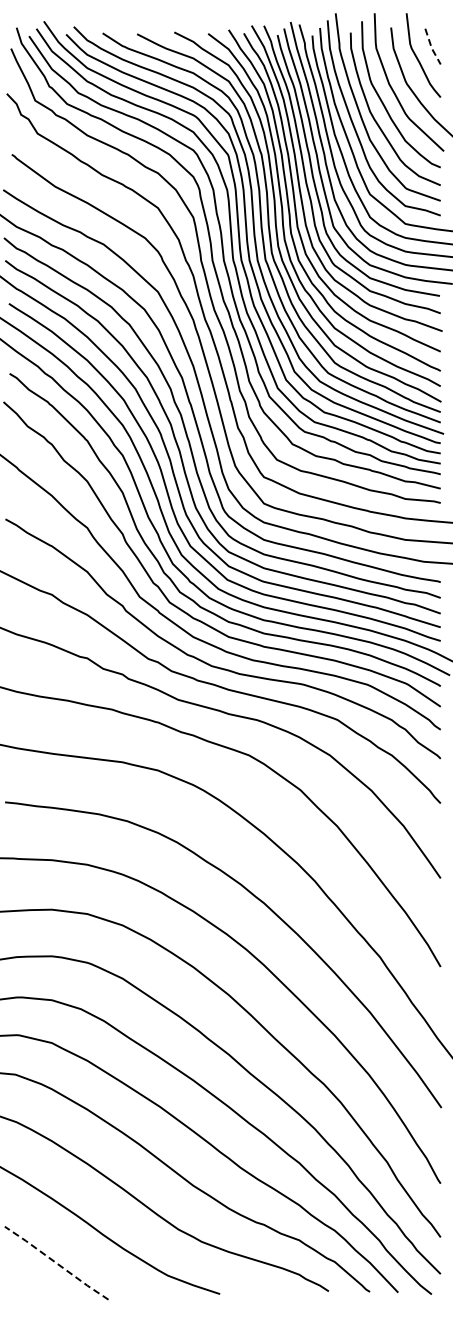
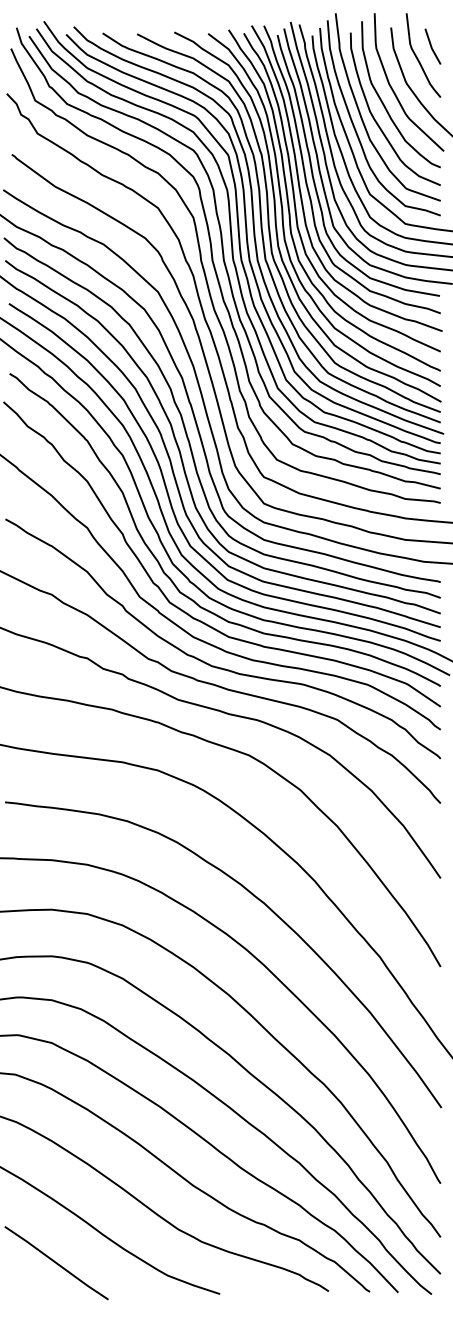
line at (431, 48): dashed -> solid
line at (56, 1263): dashed -> solid
